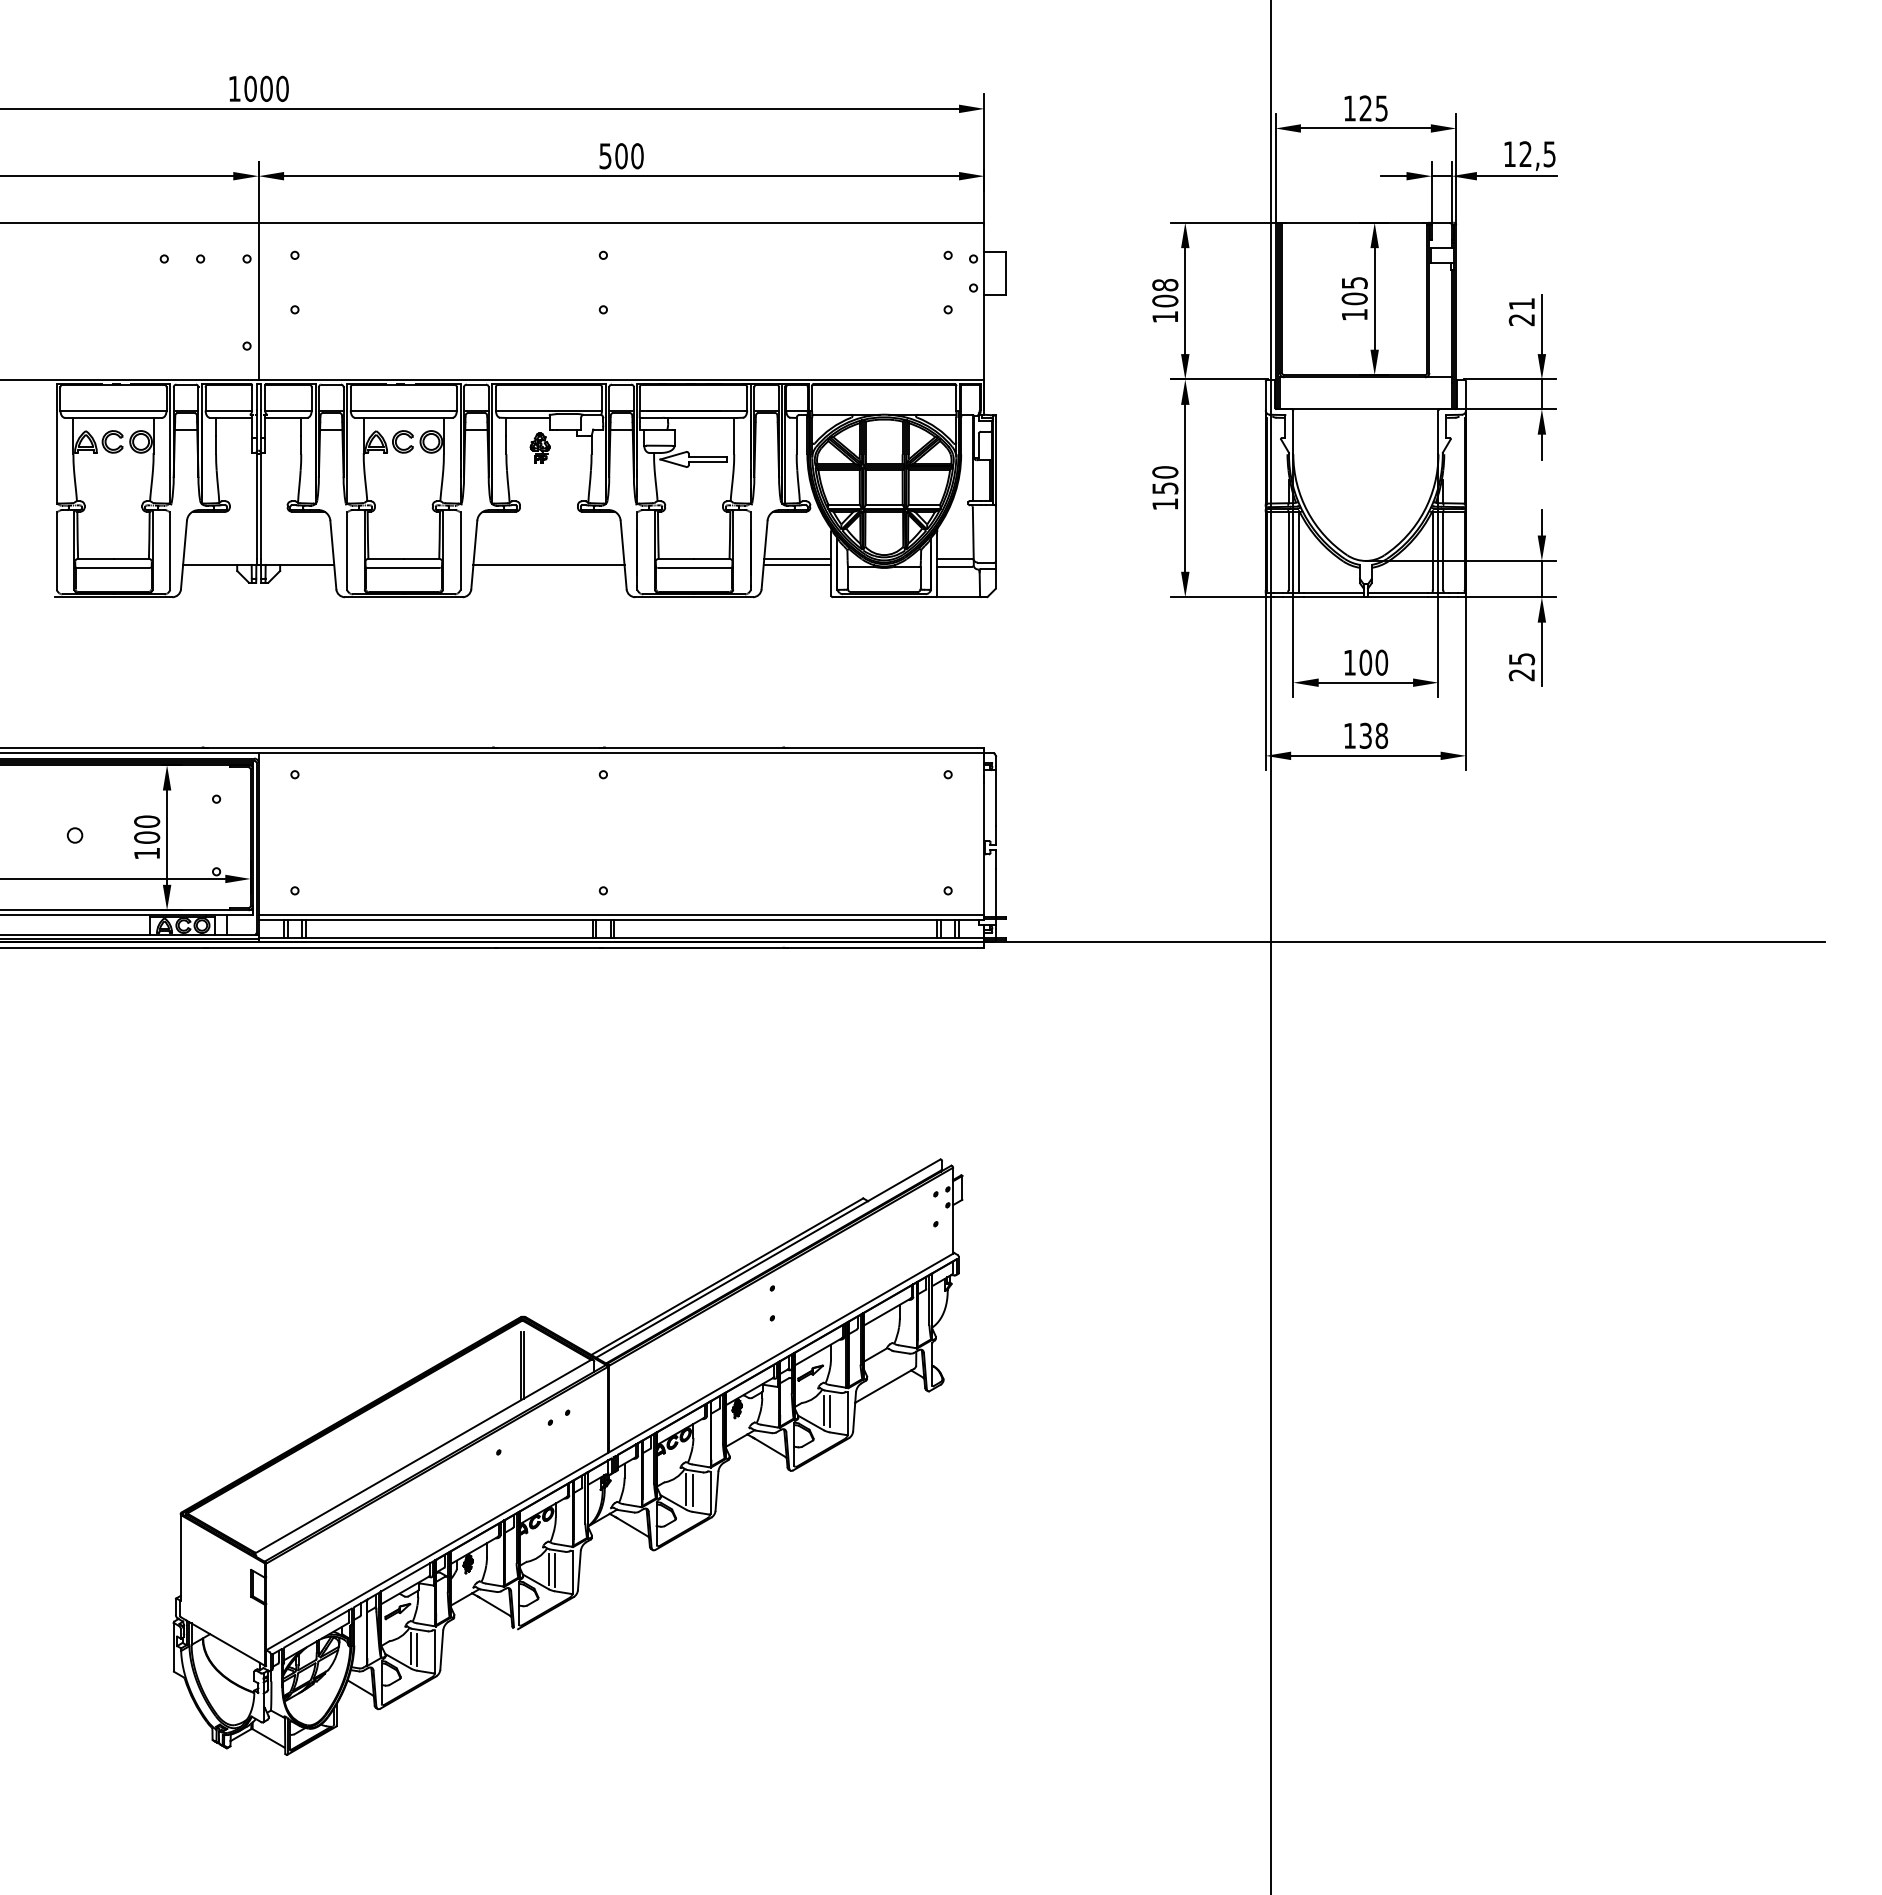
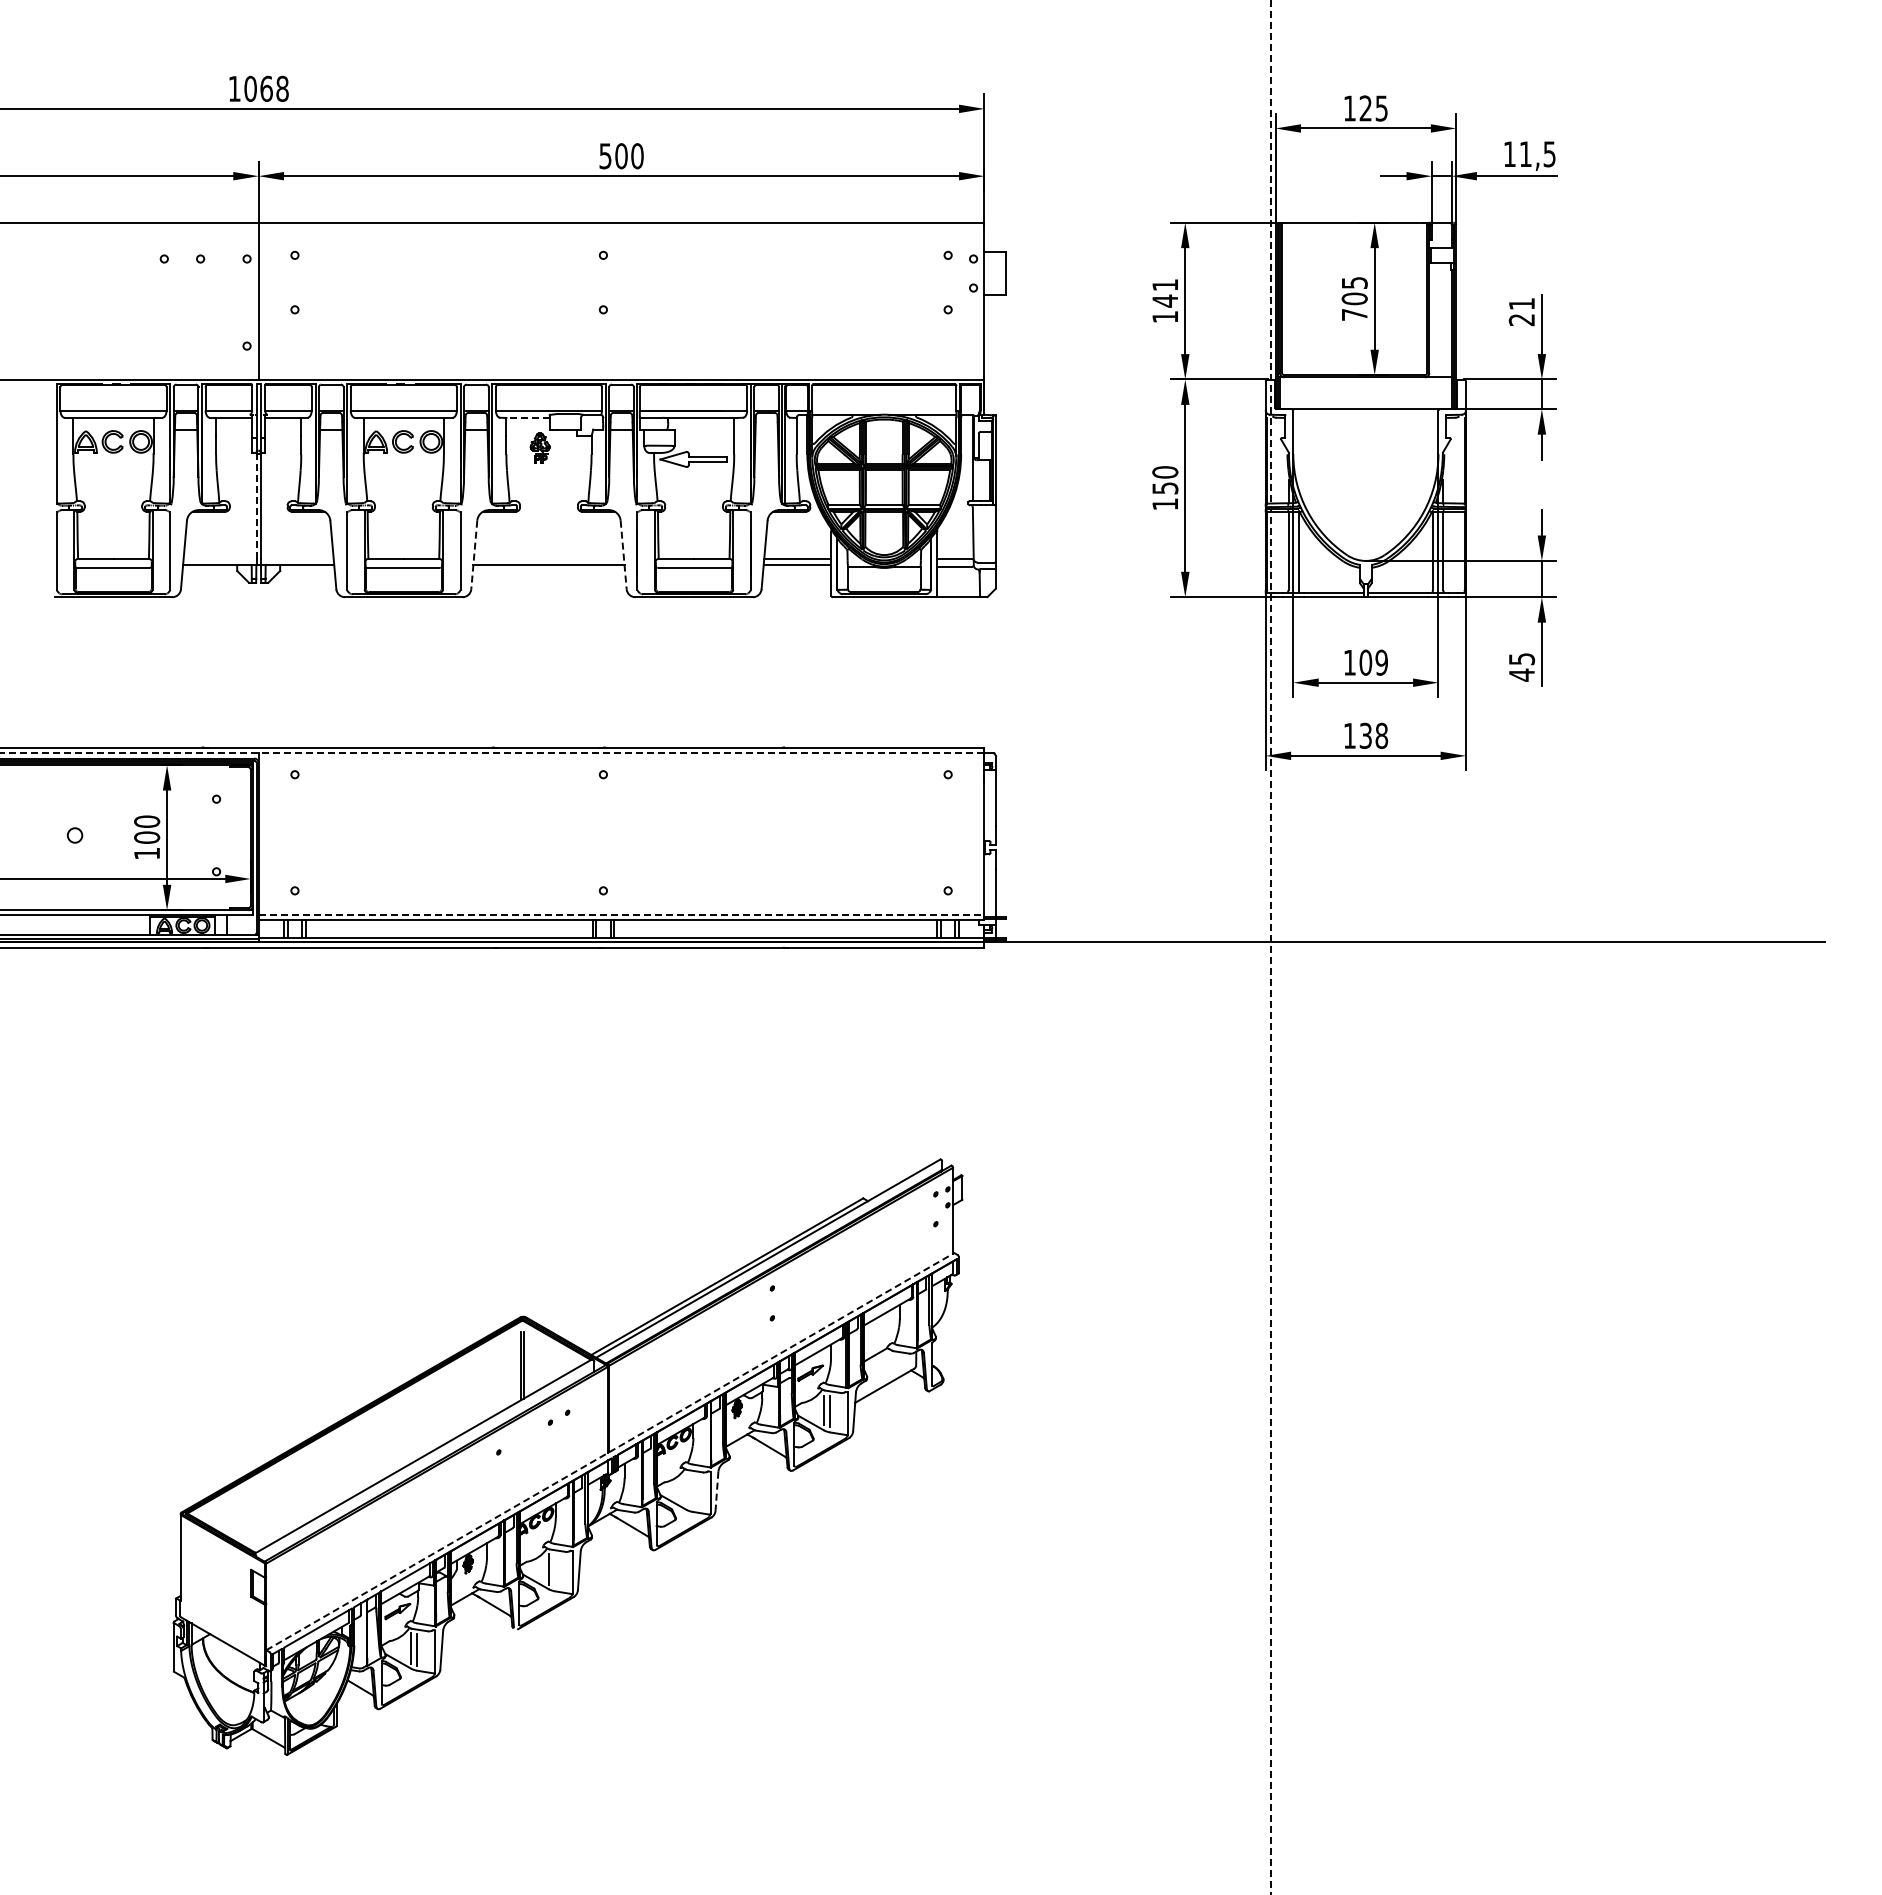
text at (274, 88): 1000 -> 1068
text at (1525, 153): 12,5 -> 11,5
text at (1165, 293): 108 -> 141
text at (1354, 314): 105 -> 705
line at (528, 417): solid -> dashed
line at (256, 506): solid -> dashed
line at (474, 555): solid -> dashed
line at (623, 555): solid -> dashed
text at (1381, 662): 100 -> 109
text at (1521, 674): 25 -> 45
line at (492, 752): solid -> dashed
line at (621, 914): solid -> dashed
line at (1270, 947): solid -> dashed
line at (610, 1451): solid -> dashed
line at (686, 1489): present -> none
line at (692, 1490): present -> none
line at (716, 1491): solid -> dashed
line at (555, 1570): present -> none
